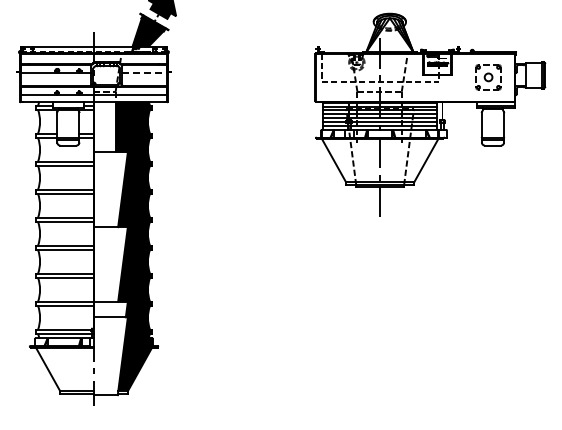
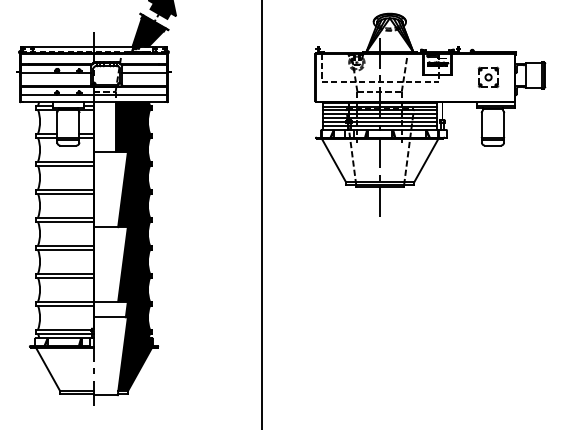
line at (144, 73): dashed -> solid
part at (488, 77) size: 27x27 px -> 23x23 px
line at (262, 214): none -> present
